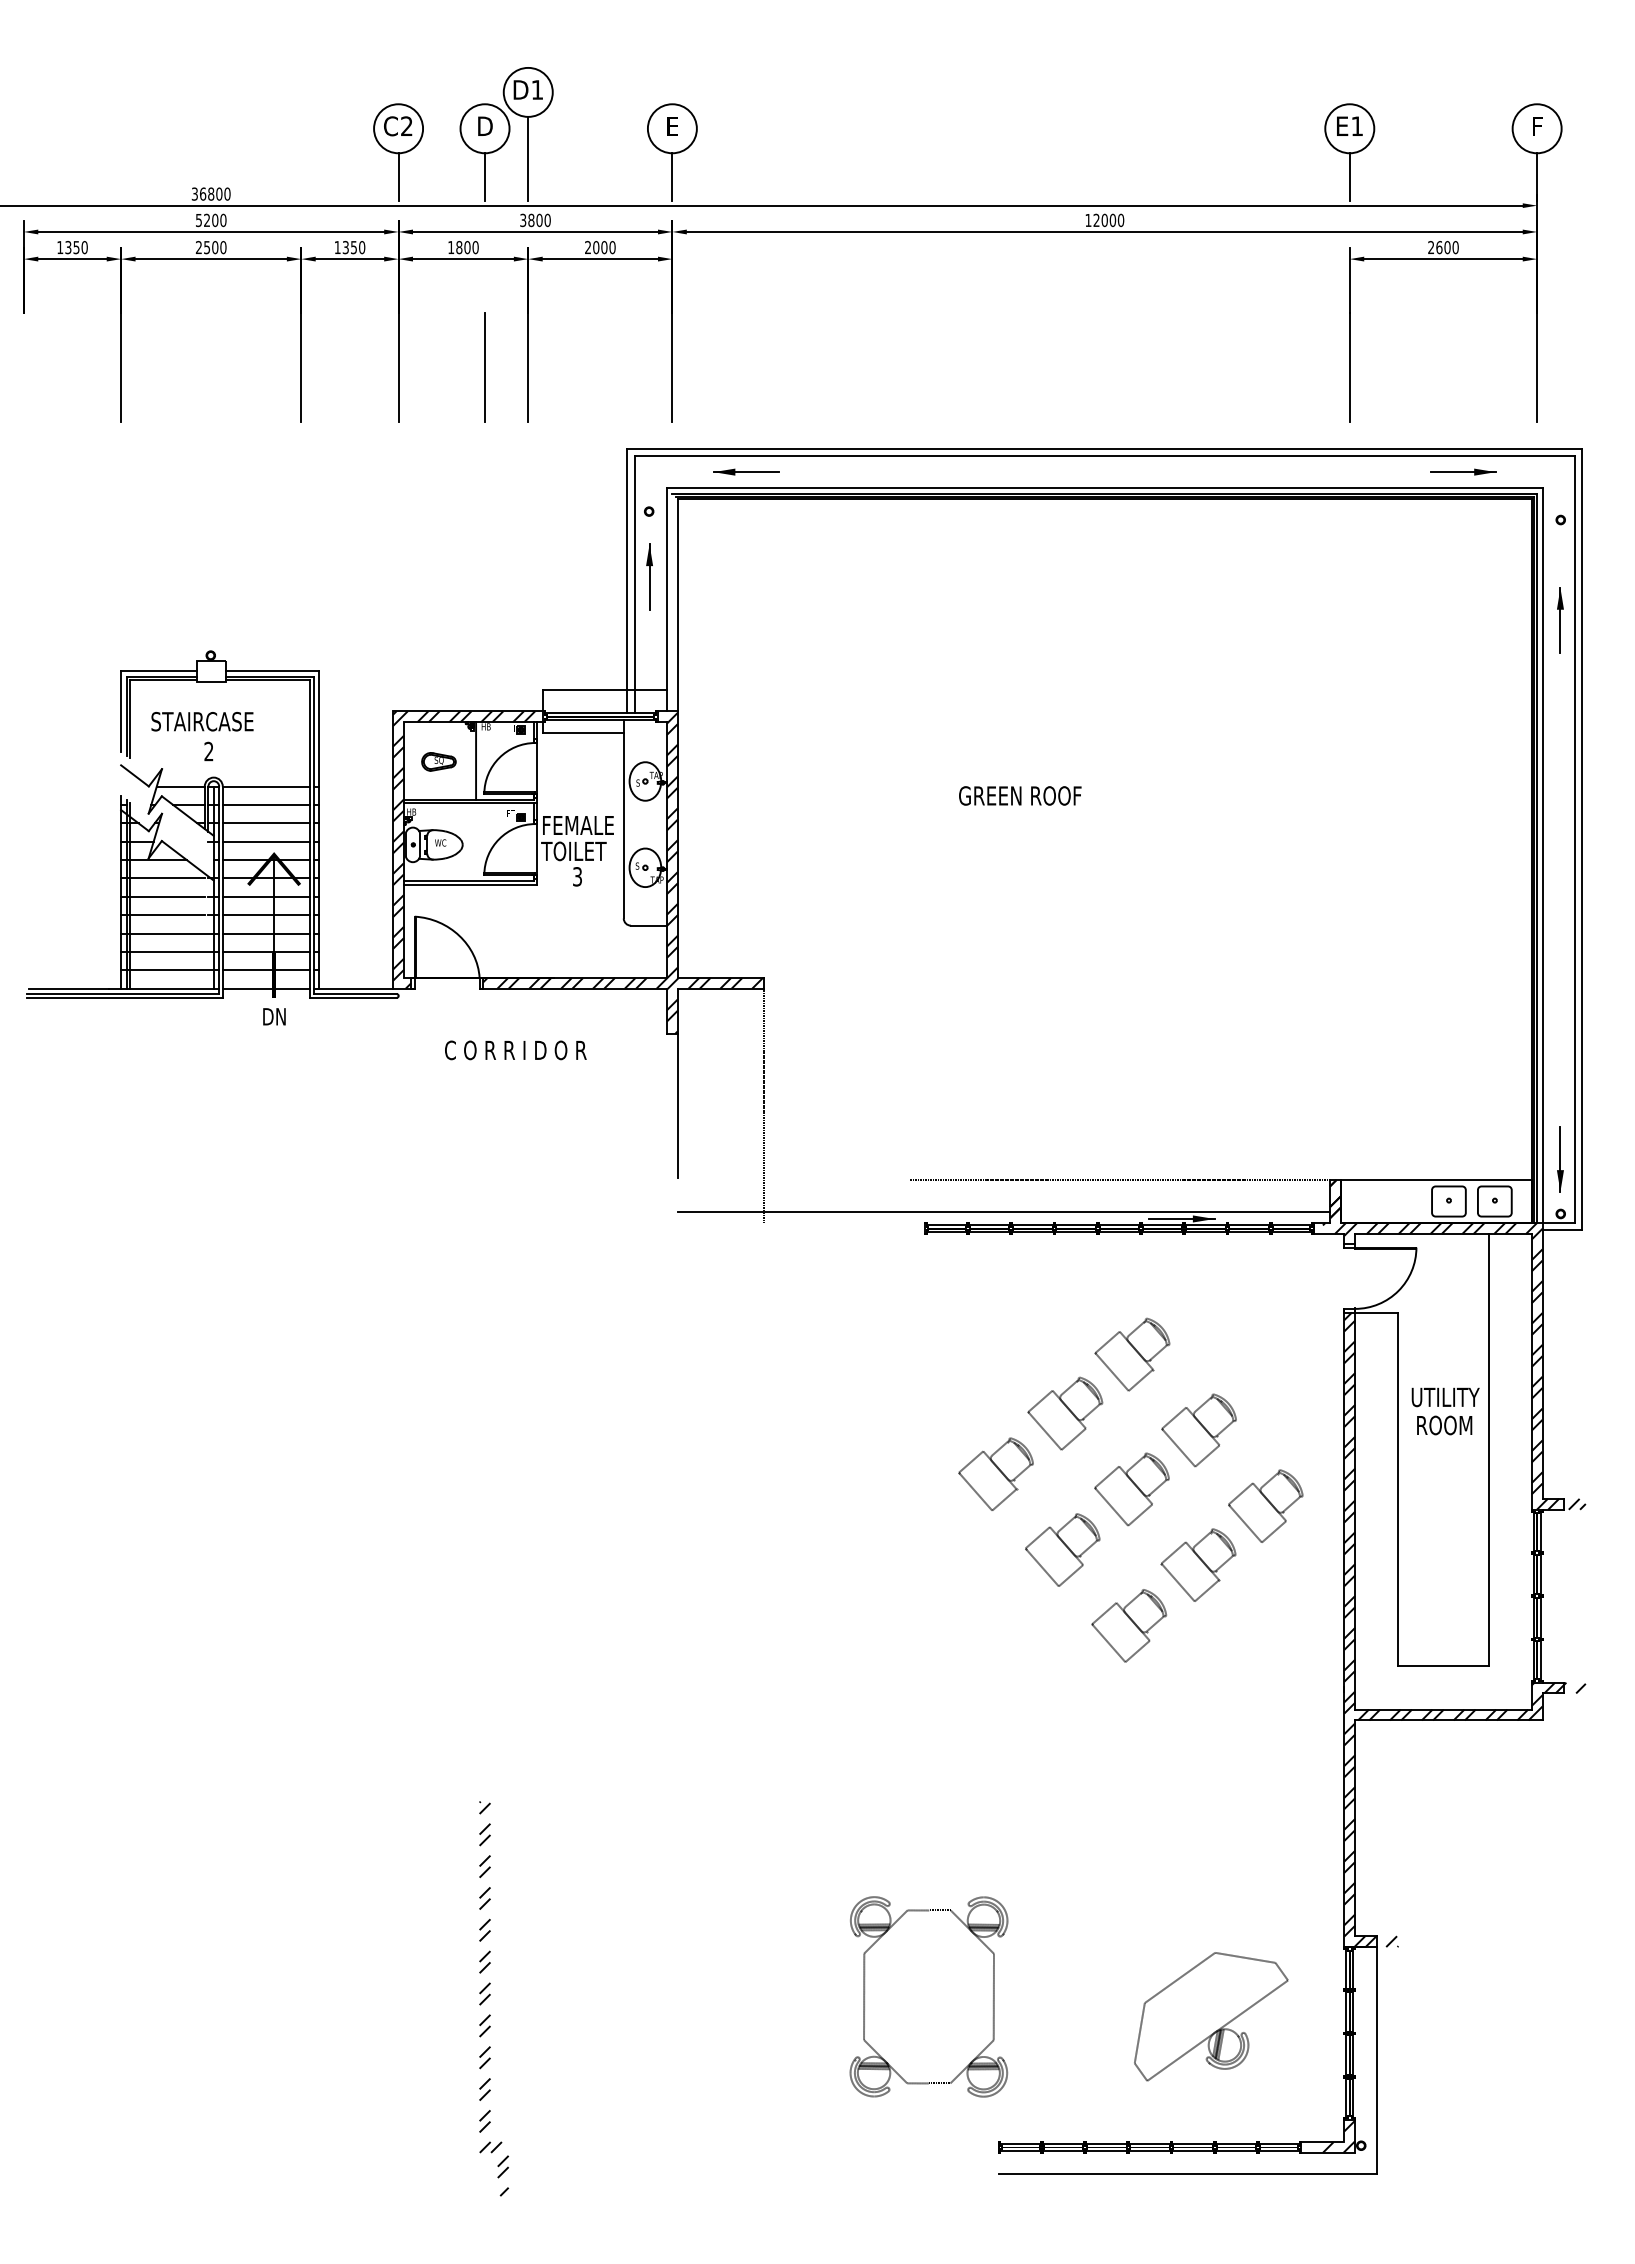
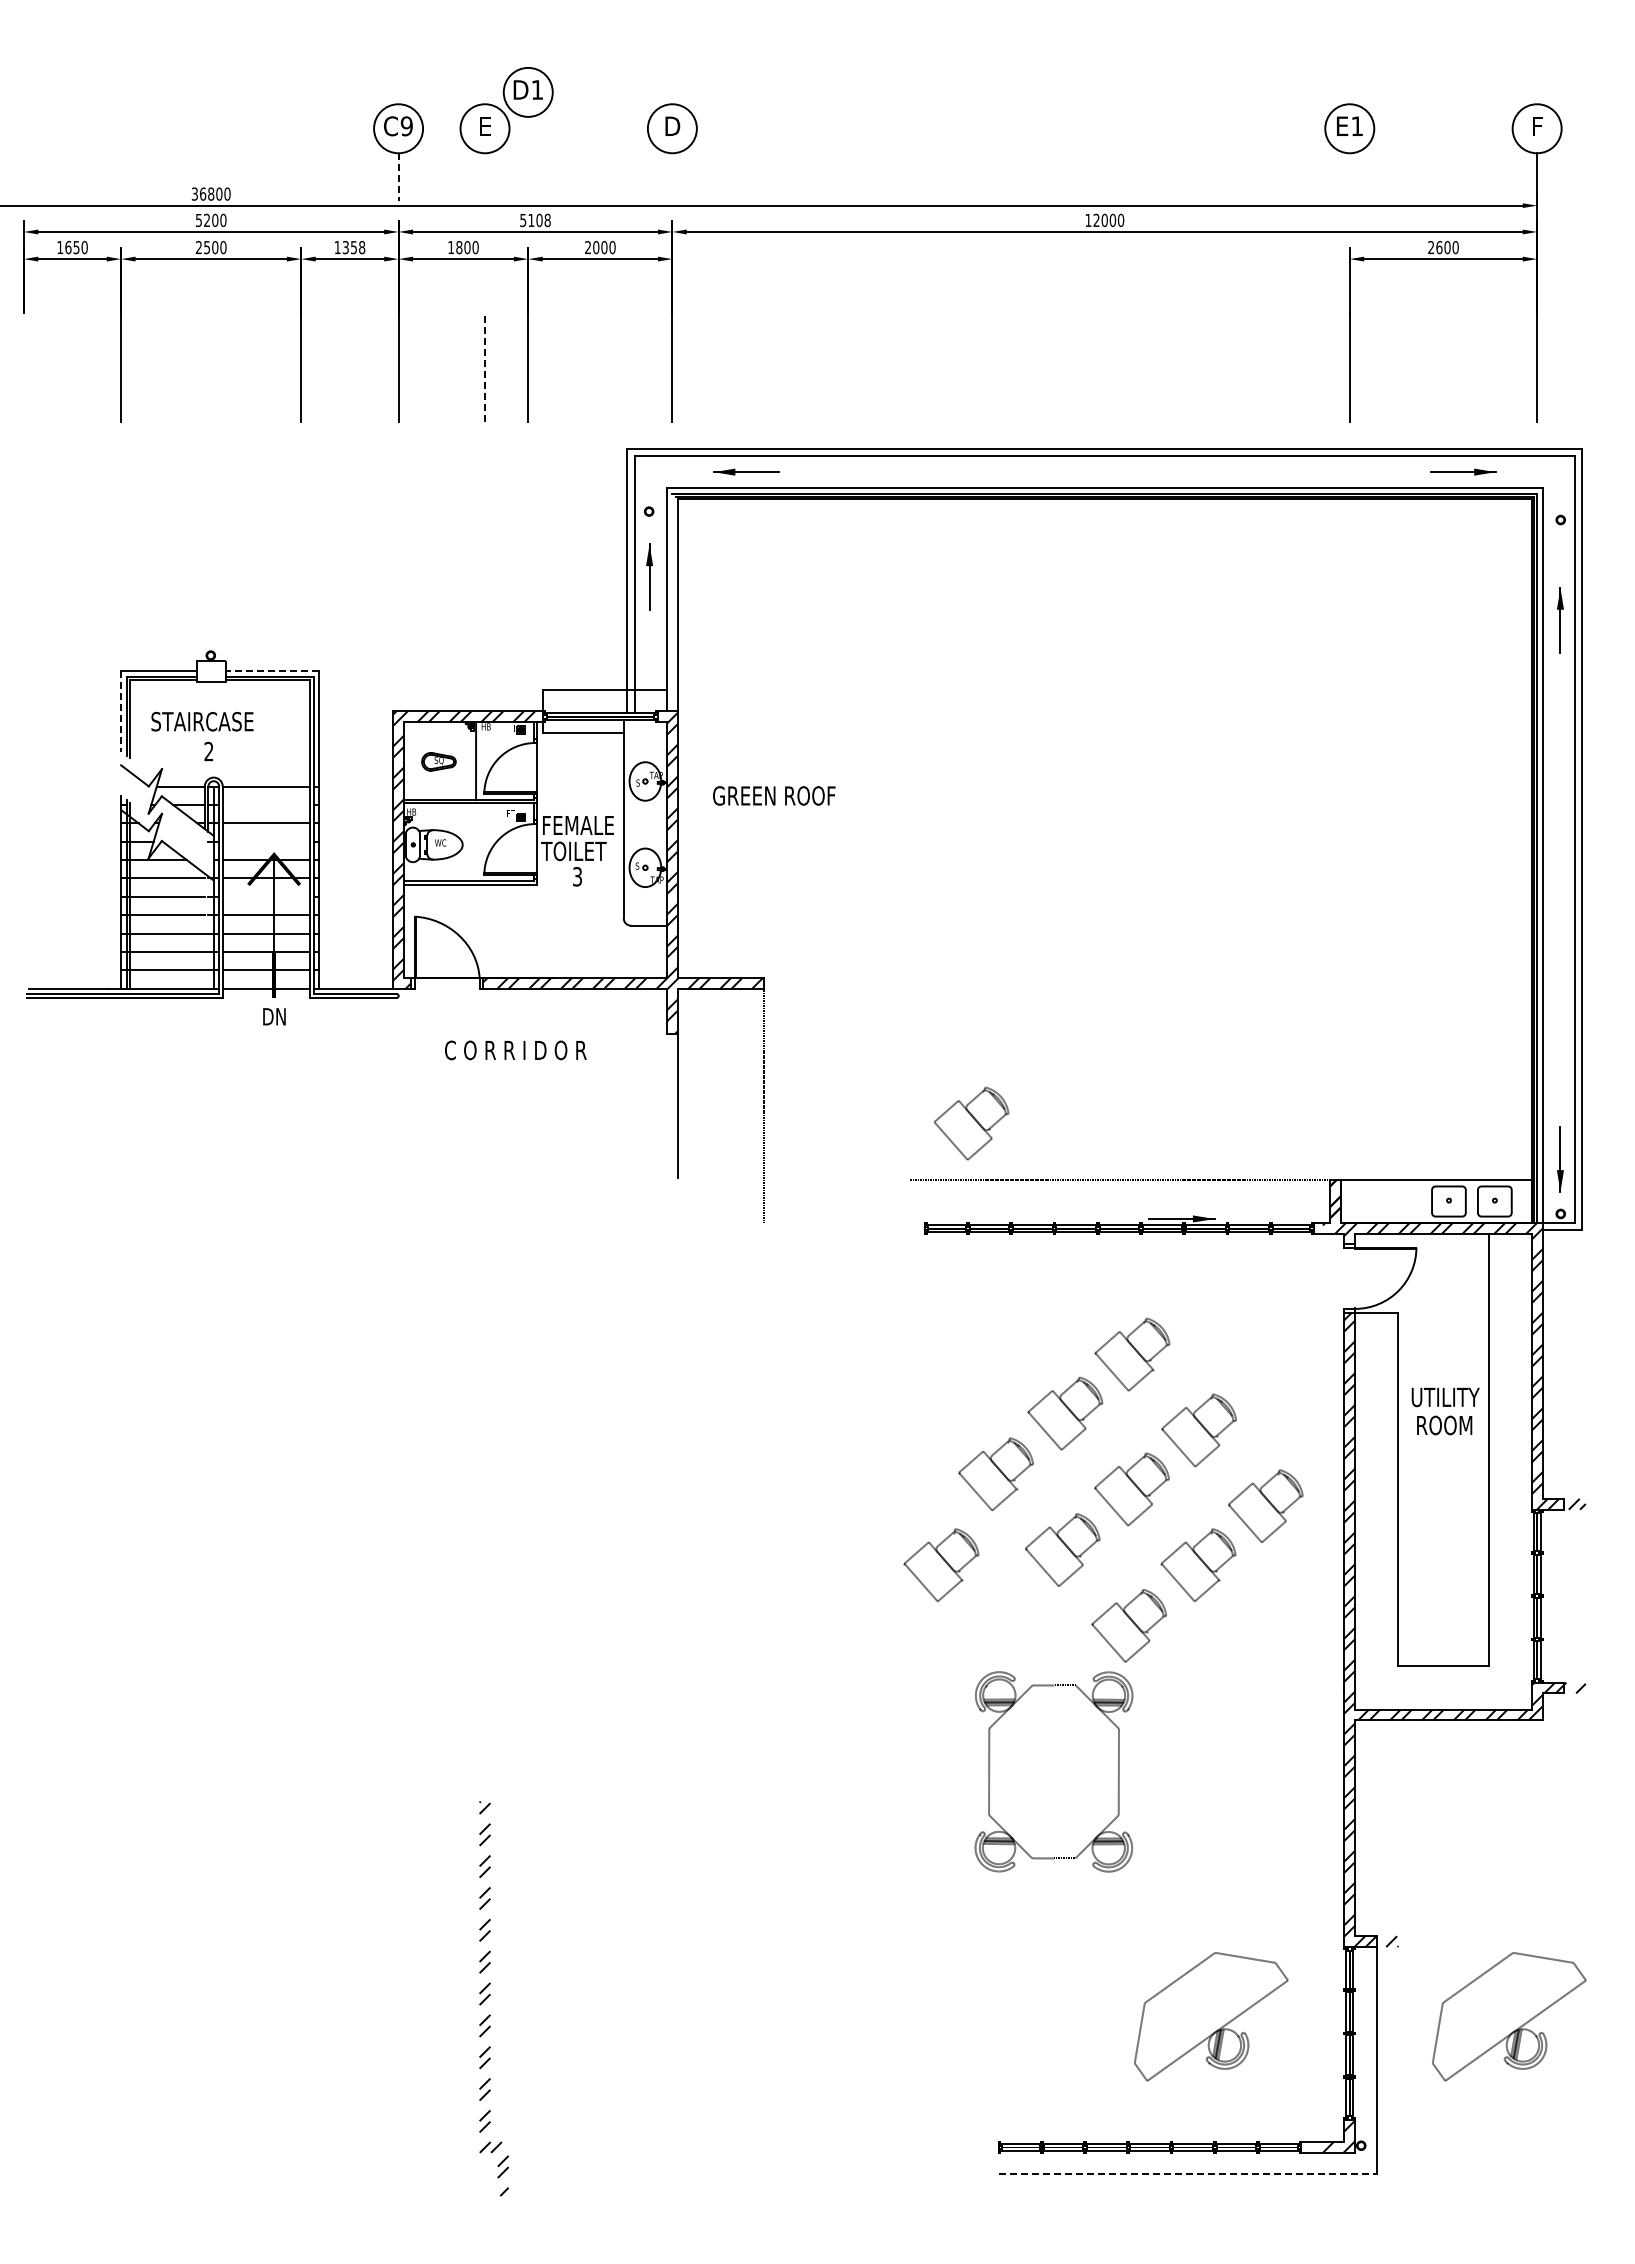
text at (485, 125): D -> E
text at (672, 125): E -> D
text at (406, 126): C2 -> C9
line at (528, 158): present -> none
line at (398, 177): solid -> dashed
line at (485, 177): present -> none
line at (672, 177): present -> none
line at (1349, 177): present -> none
text at (535, 220): 3800 -> 5108
text at (68, 247): 1350 -> 1650
text at (362, 247): 1350 -> 1358
line at (485, 366): solid -> dashed
line at (272, 671): solid -> dashed
line at (121, 711): solid -> dashed
text at (1020, 795) position: (1020, 795) -> (774, 795)
line at (266, 805): present -> none
line at (266, 841): present -> none
line at (266, 896): present -> none
part at (971, 1123): none -> present
line at (1003, 1212): present -> none
part at (941, 1564): none -> present
part at (864, 1996) position: (864, 1996) -> (989, 1771)
part at (1509, 2016): none -> present
line at (1188, 2174): solid -> dashed
